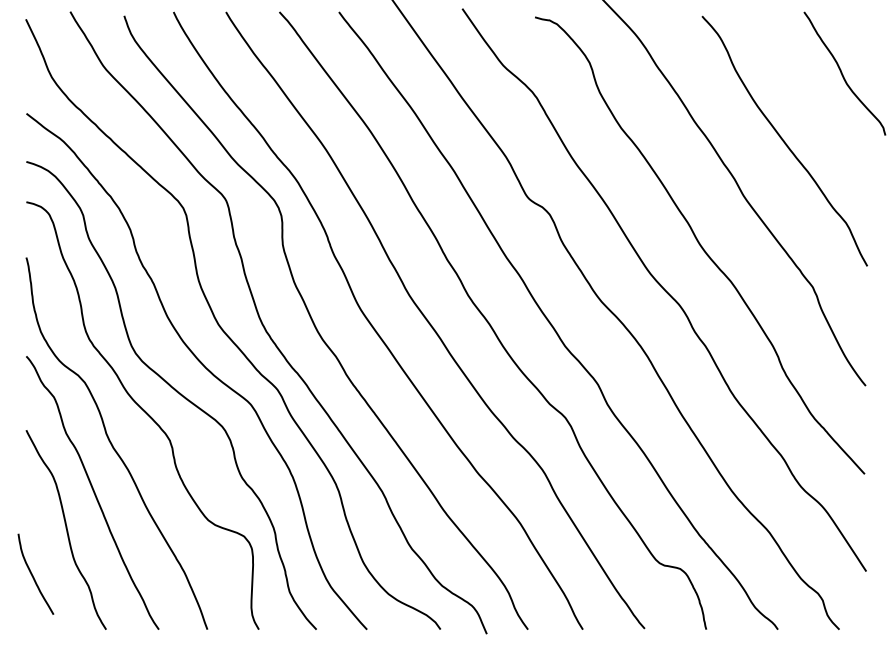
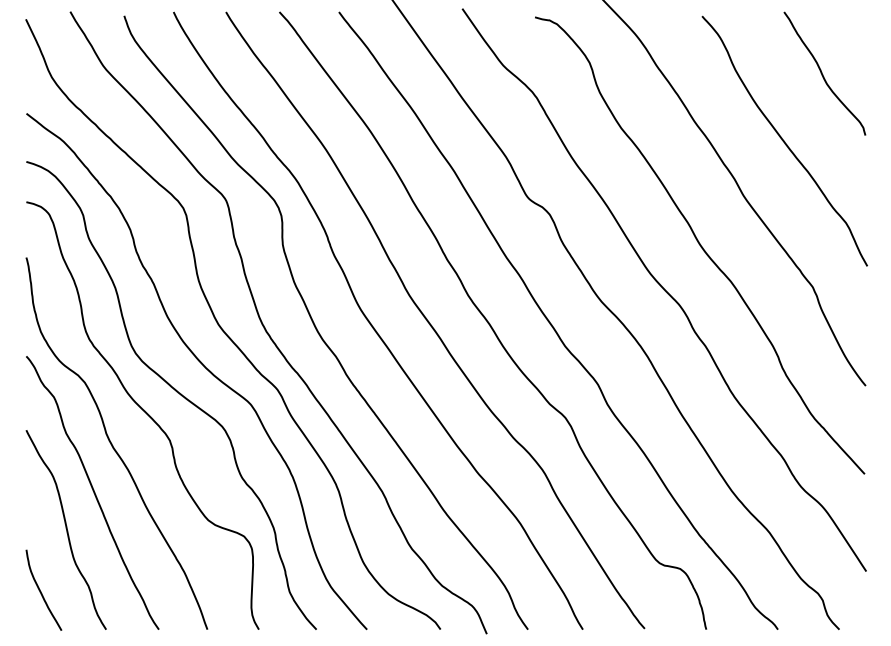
curve at (843, 74) position: (843, 74) -> (823, 74)
curve at (33, 575) position: (33, 575) -> (41, 591)
